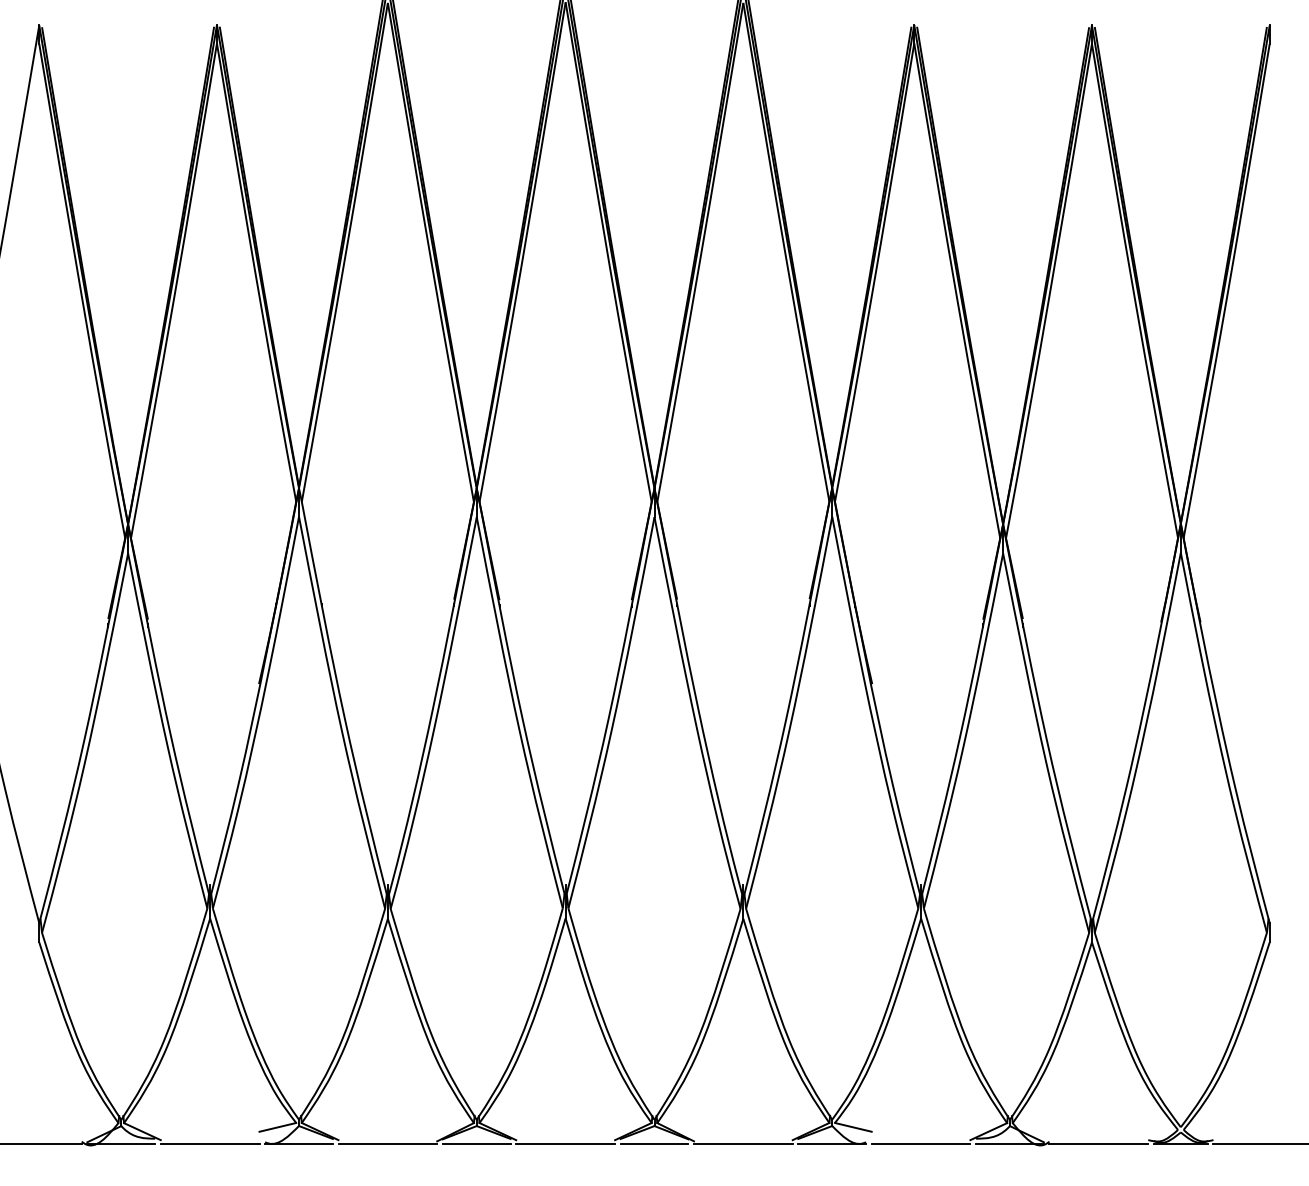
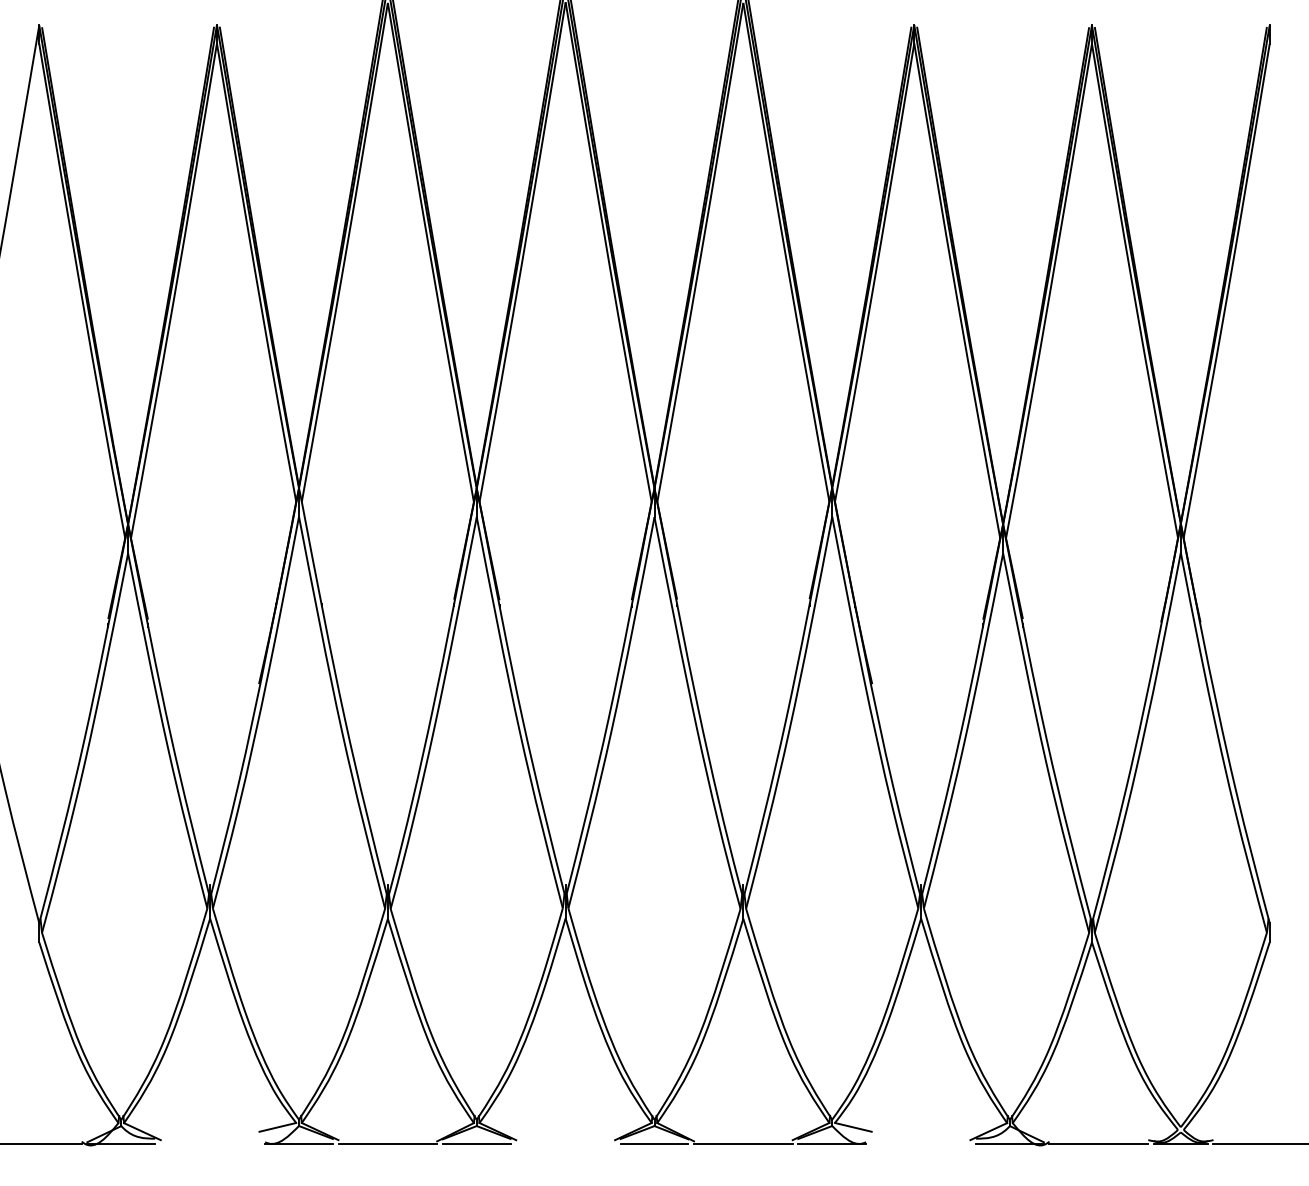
line at (209, 1143): present -> none
line at (565, 1143): present -> none
line at (920, 1143): present -> none
